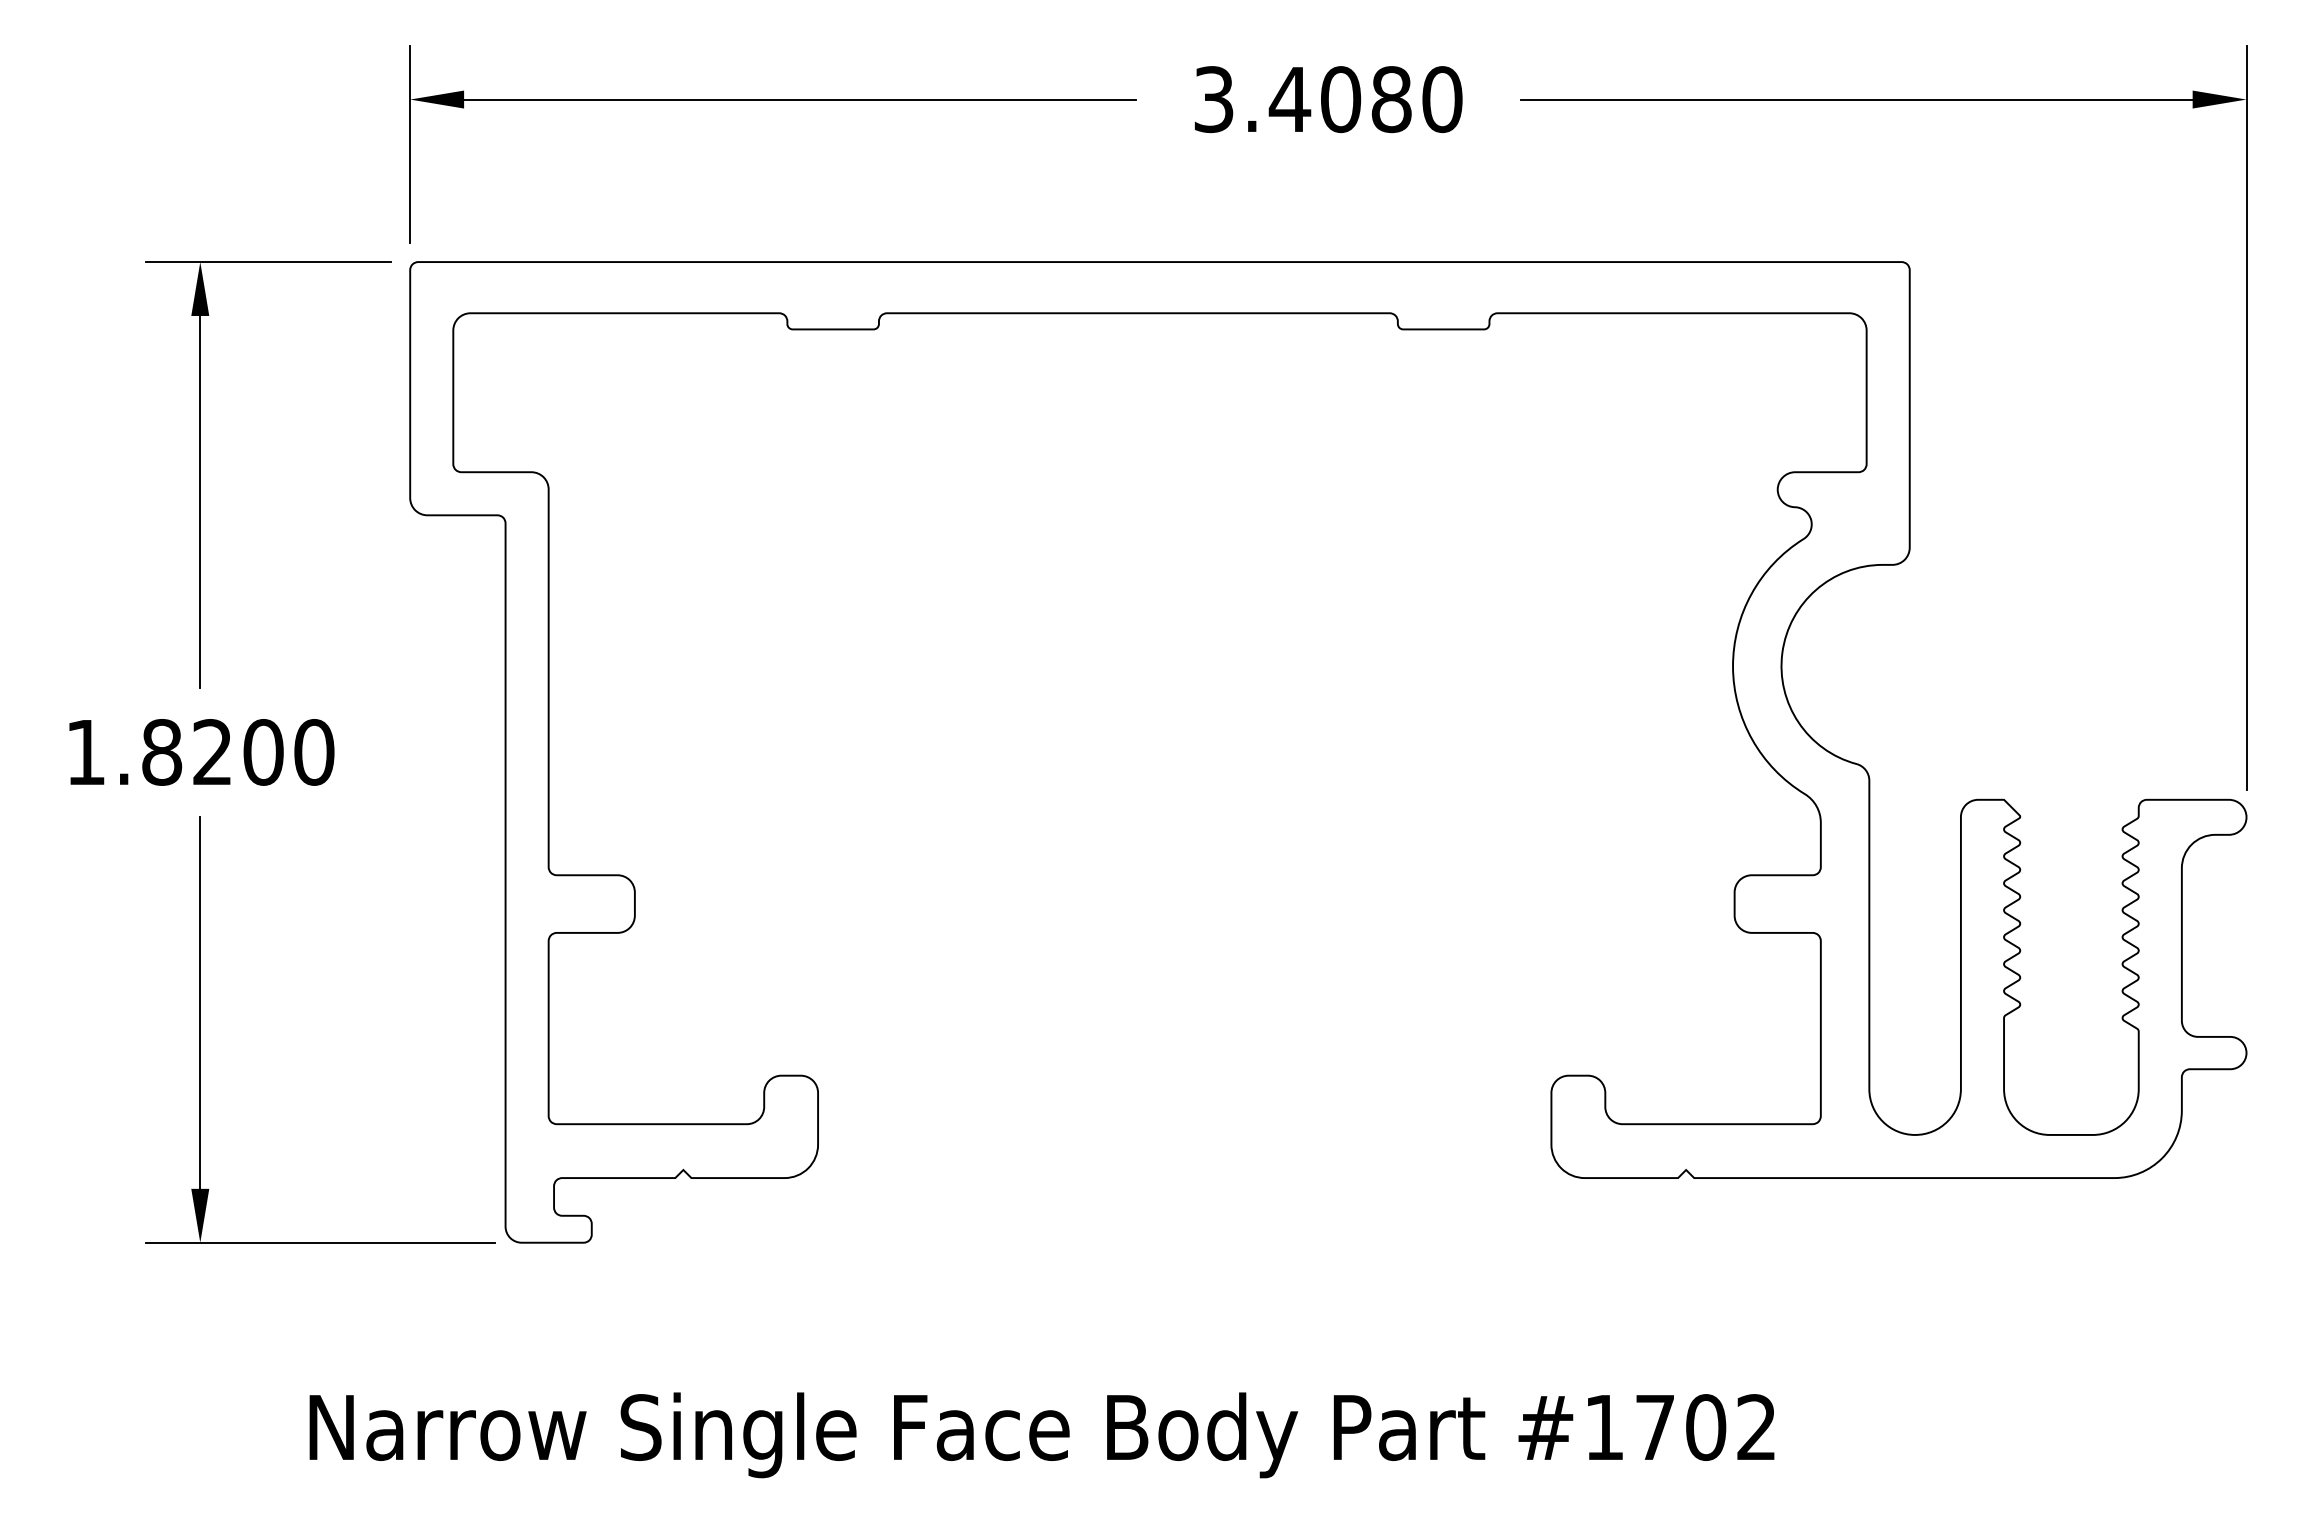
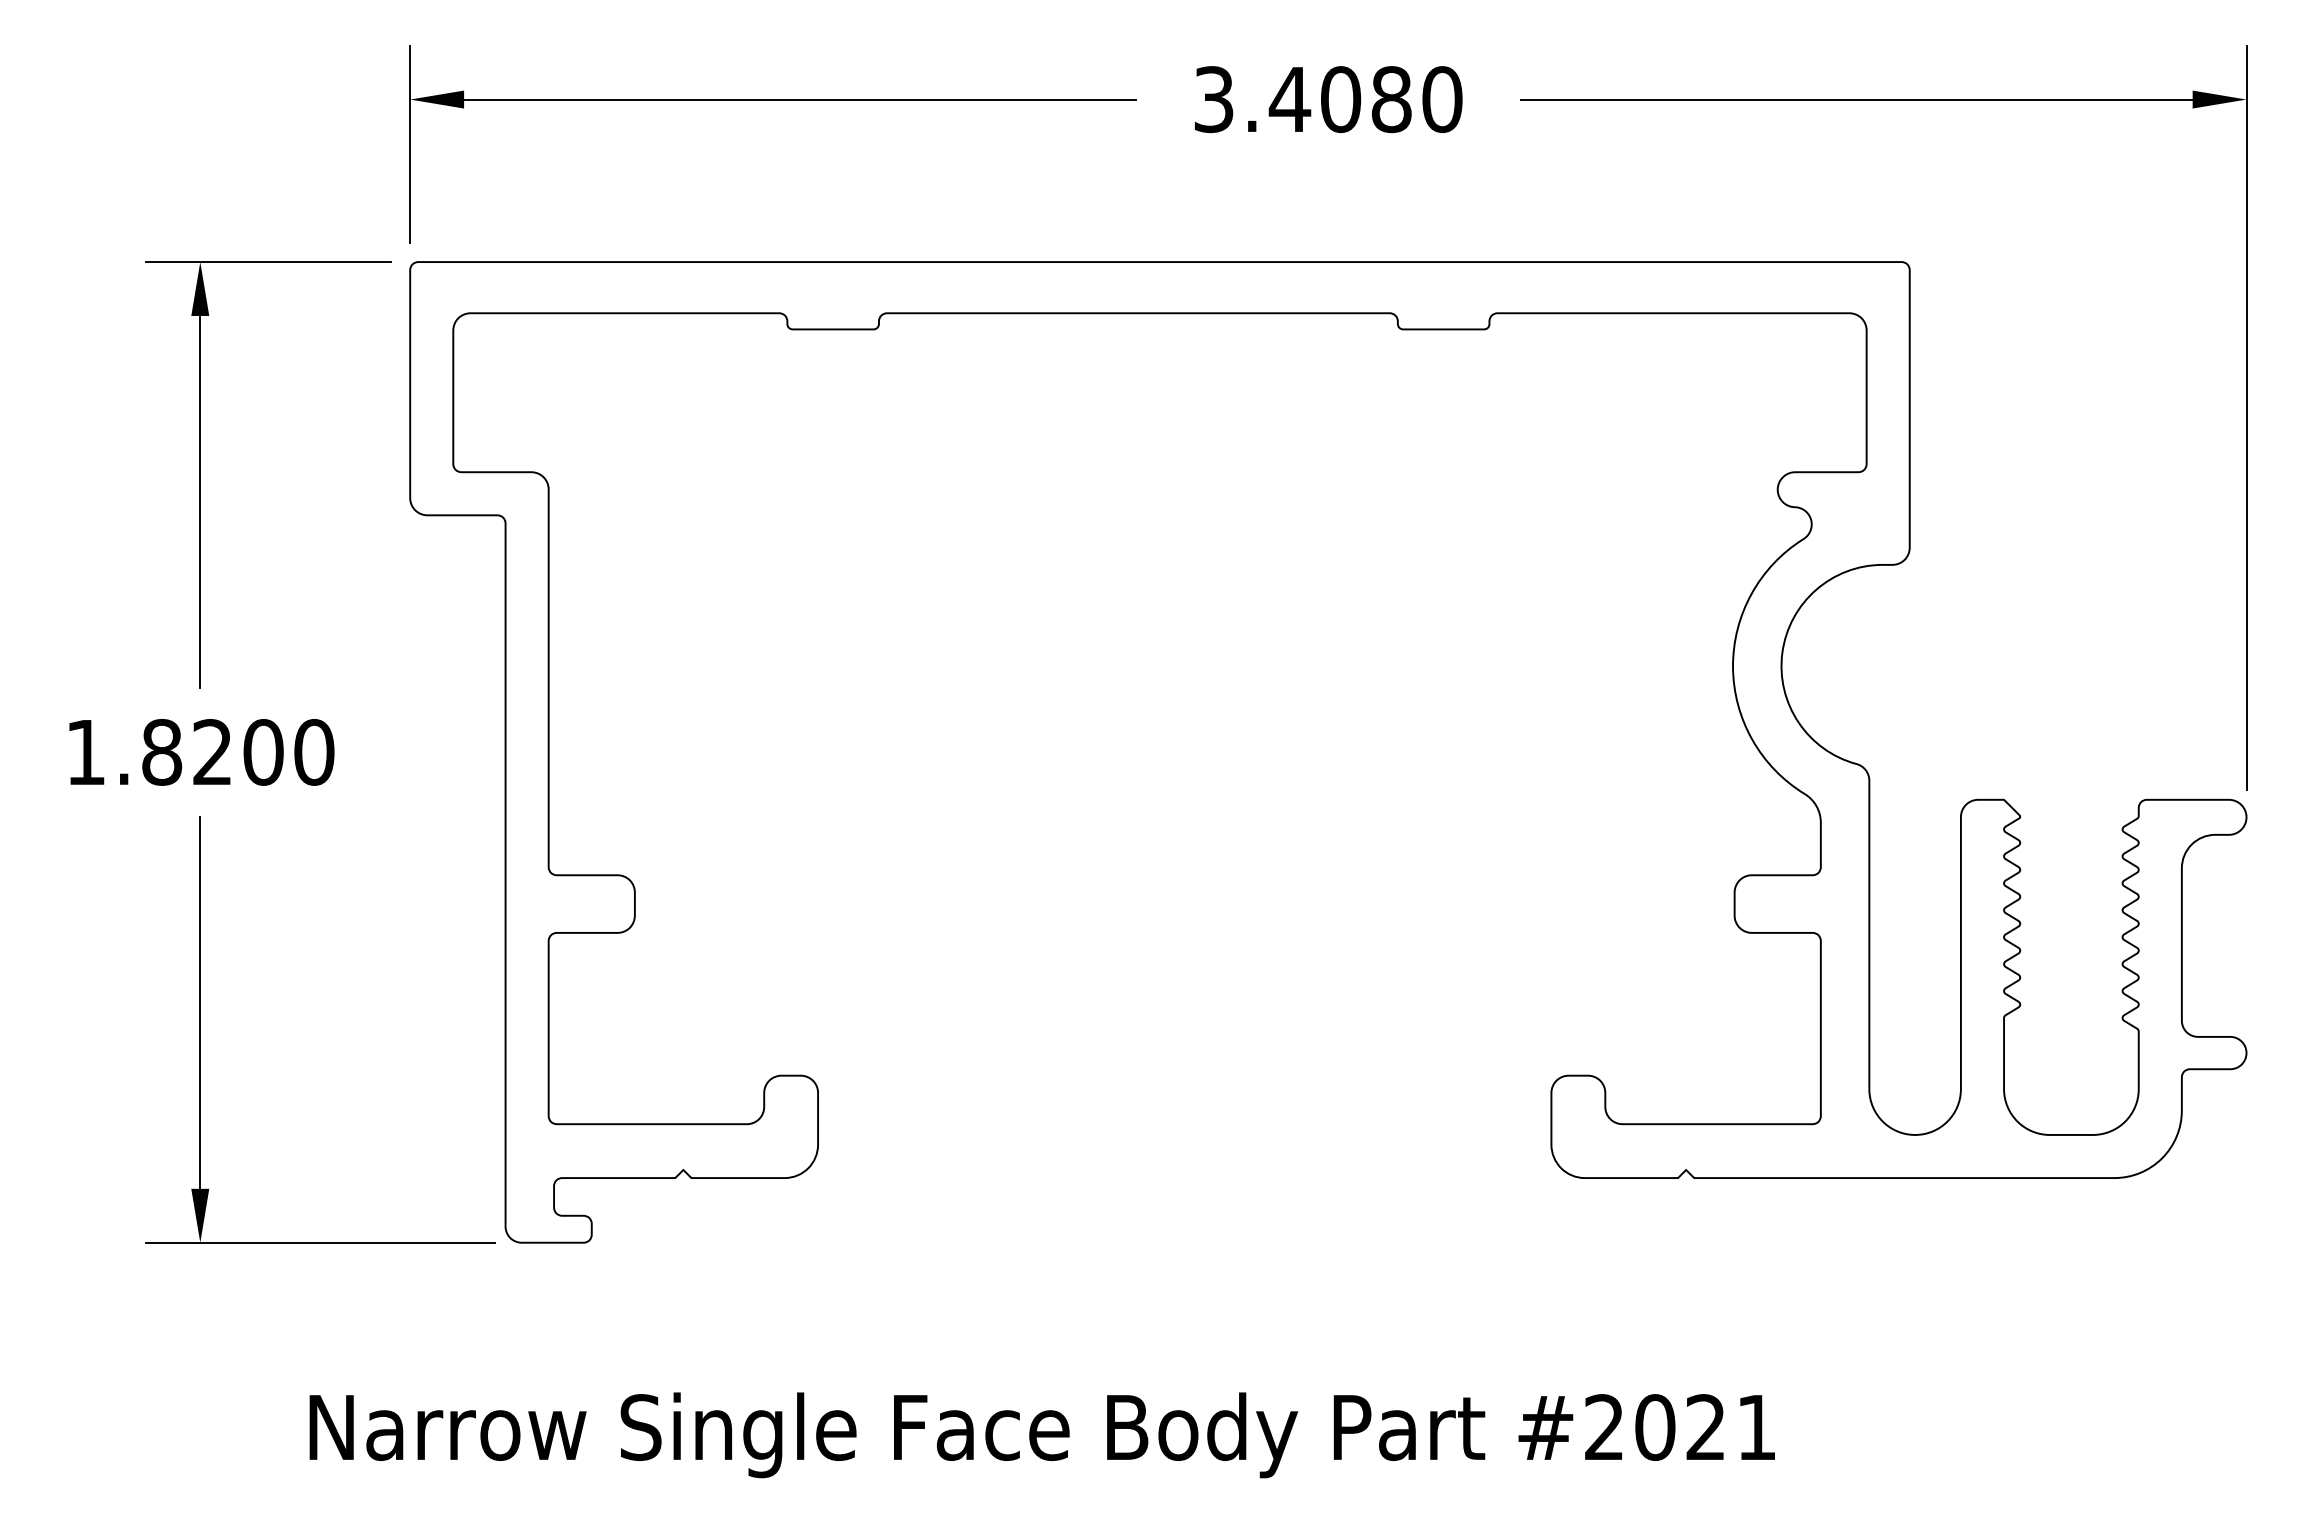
text at (1679, 1427): #1702 -> #2021
